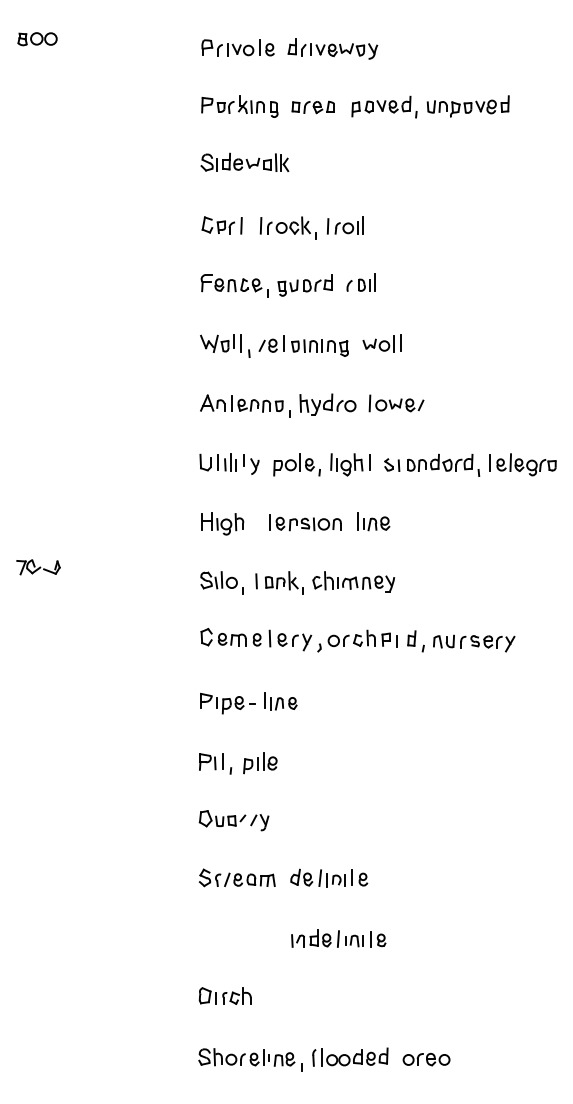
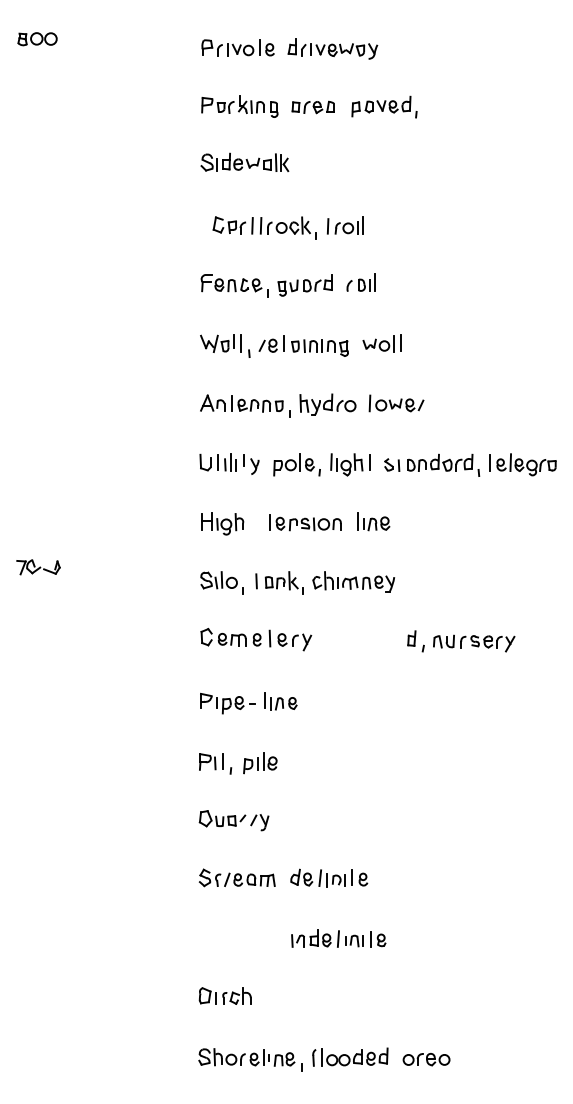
part at (467, 106): present -> none
part at (221, 225) position: (221, 225) -> (232, 225)
part at (357, 640): present -> none
